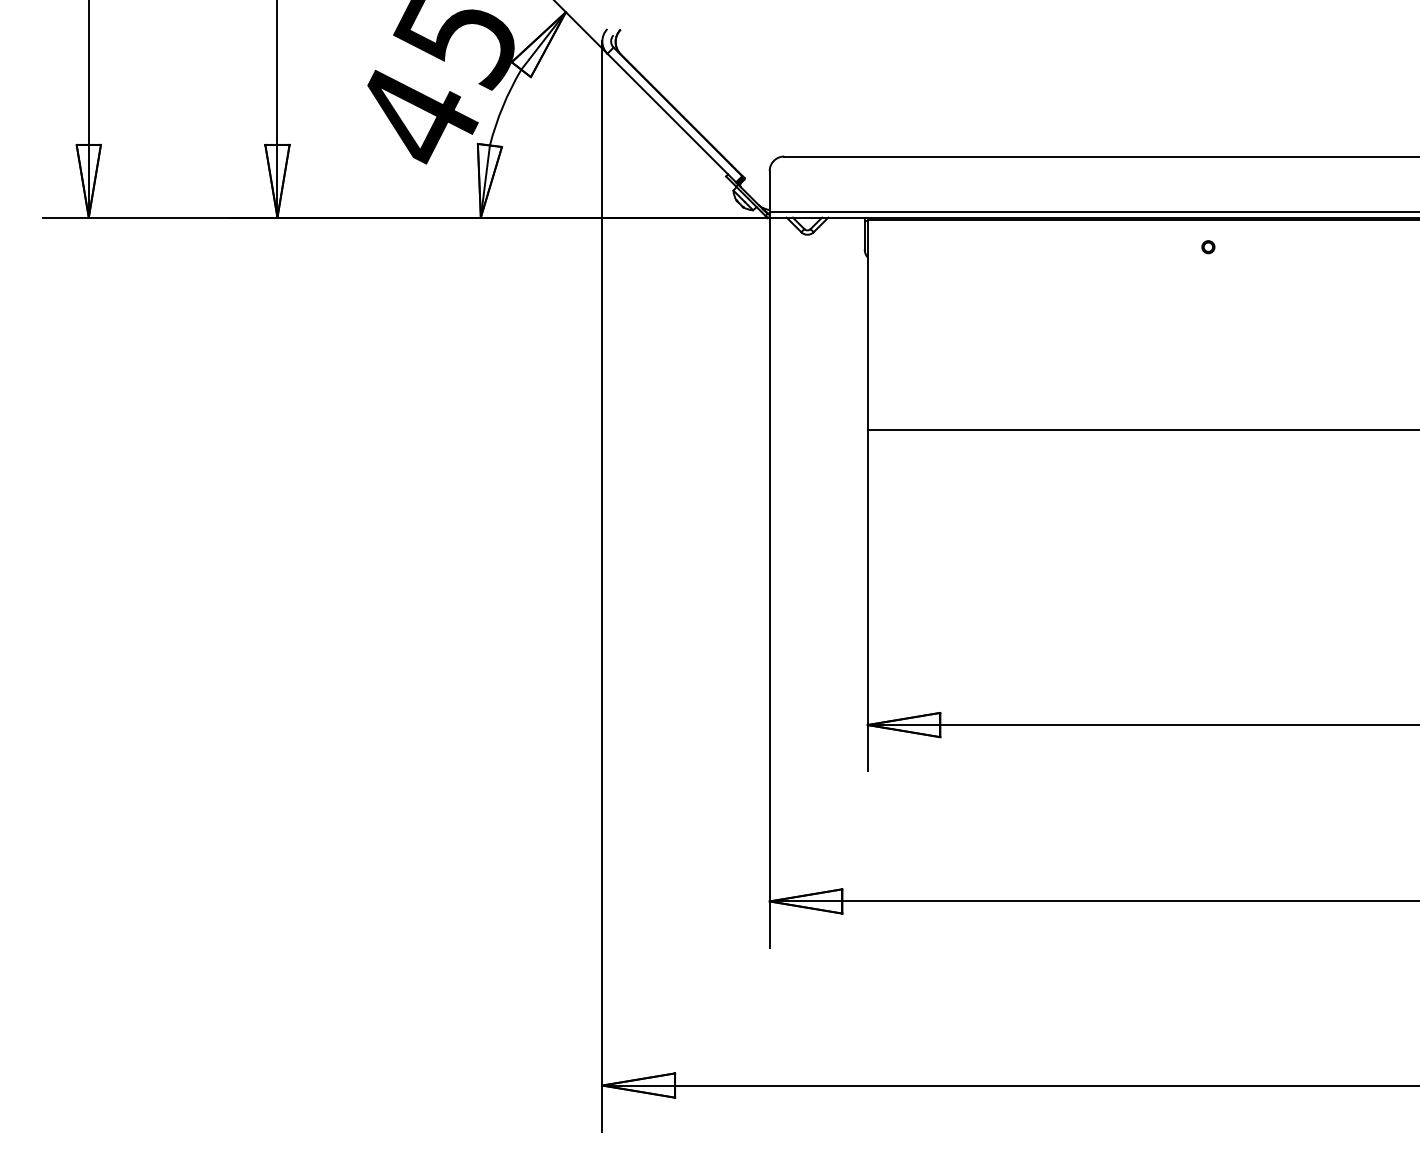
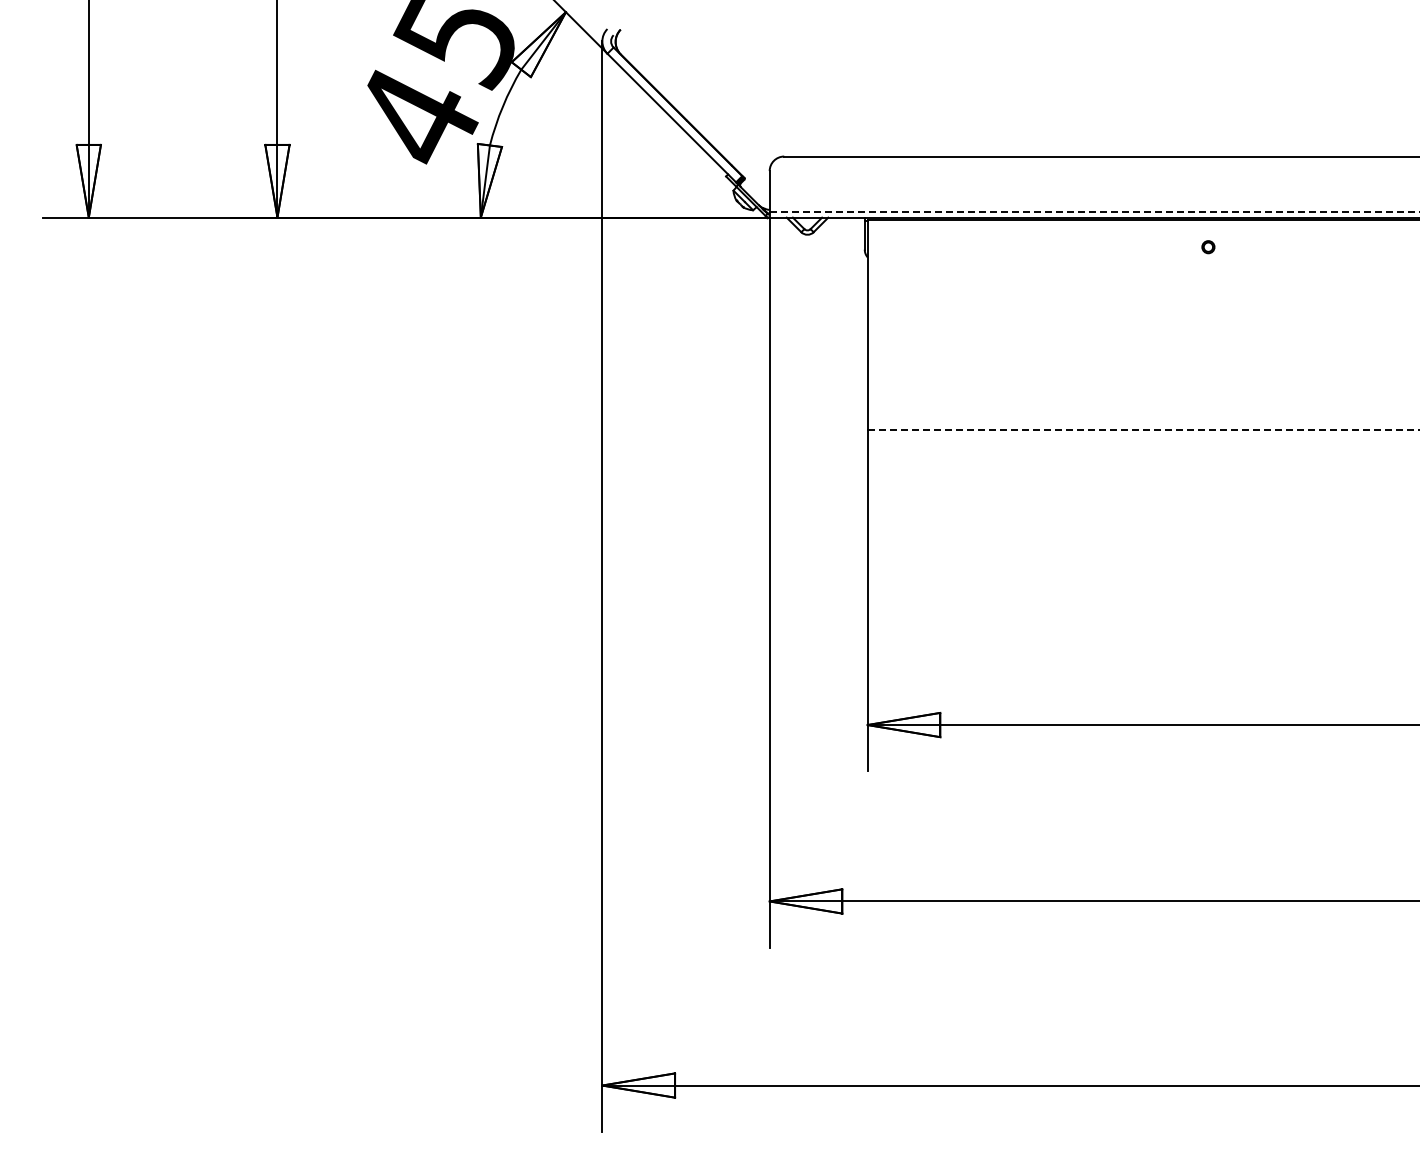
line at (1094, 211): solid -> dashed
line at (1143, 429): solid -> dashed
